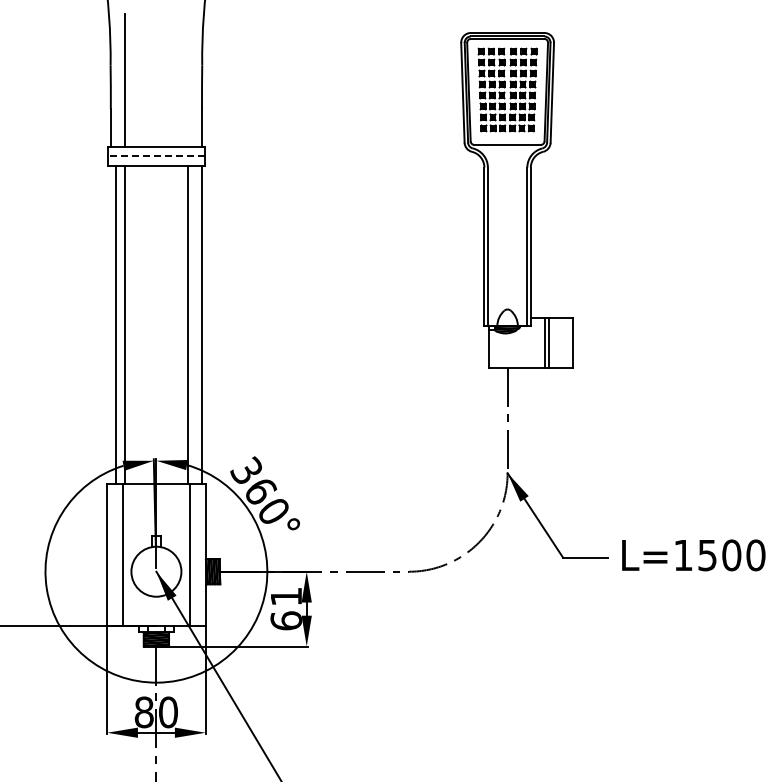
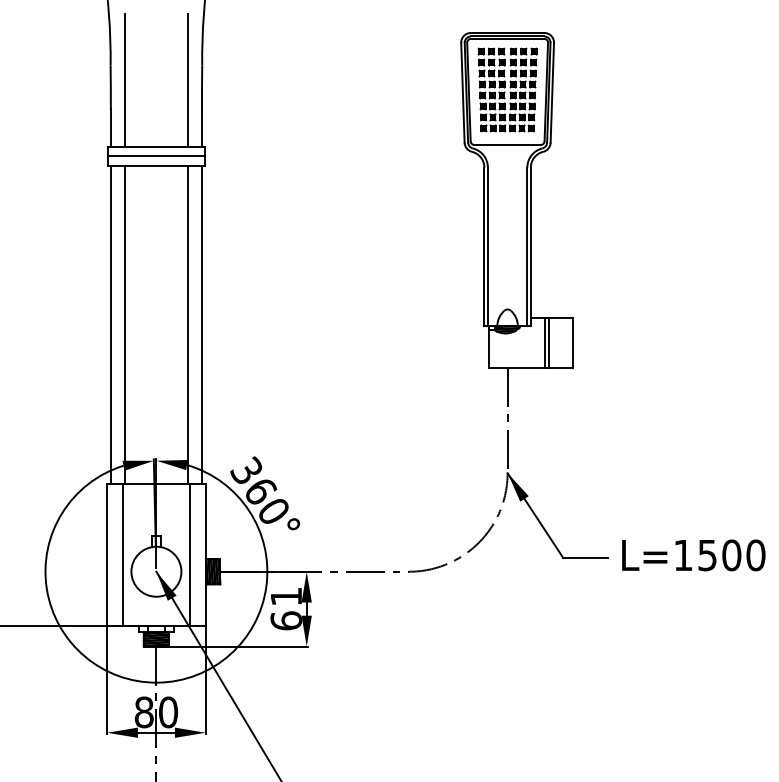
line at (187, 79): none -> present
line at (155, 156): dashed -> solid
line at (115, 324) position: (115, 324) -> (110, 324)
